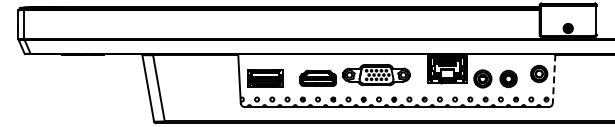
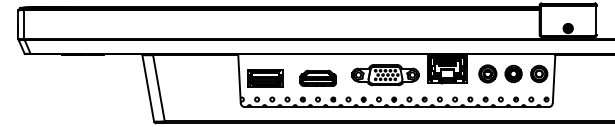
part at (376, 75) position: (376, 75) -> (385, 75)
part at (495, 78) position: (495, 78) -> (500, 73)
line at (554, 79): dashed -> solid
